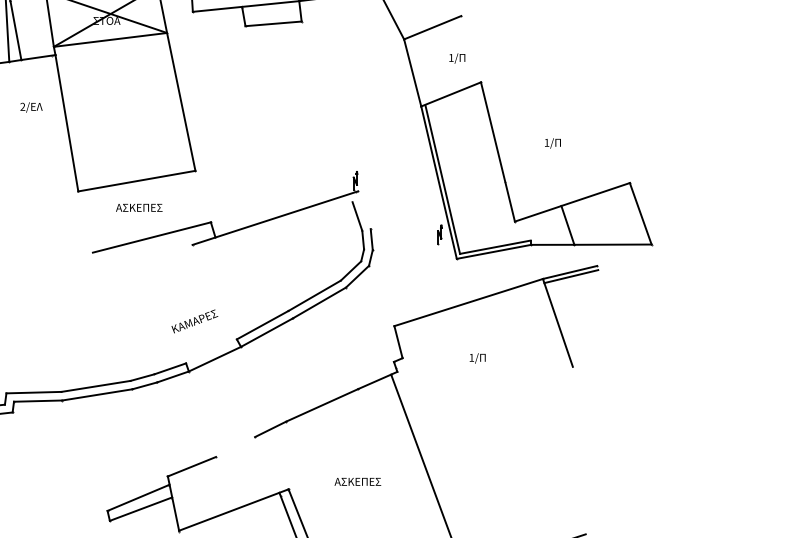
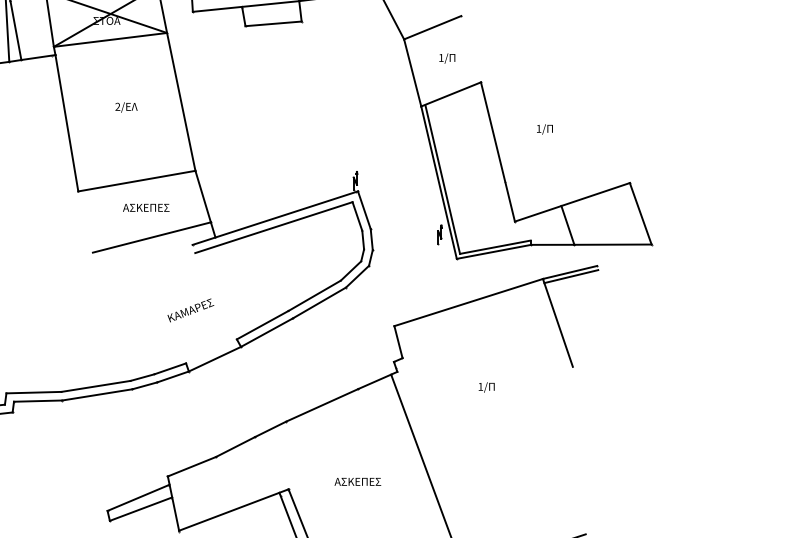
text at (457, 58) position: (457, 58) -> (447, 58)
text at (31, 107) position: (31, 107) -> (126, 107)
text at (552, 143) position: (552, 143) -> (544, 129)
line at (202, 196): none -> present
text at (139, 207) position: (139, 207) -> (146, 207)
line at (364, 210): none -> present
line at (273, 227): none -> present
text at (194, 321) position: (194, 321) -> (190, 310)
text at (477, 358) position: (477, 358) -> (486, 387)
line at (235, 447): none -> present
